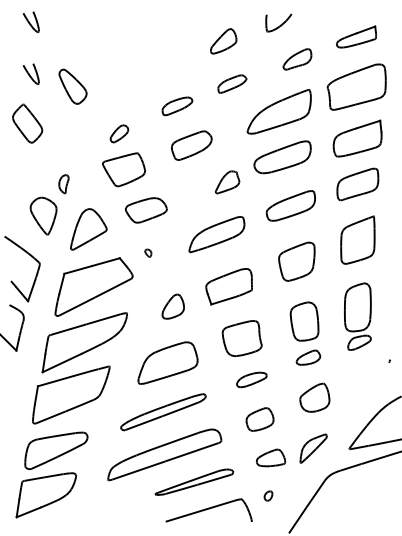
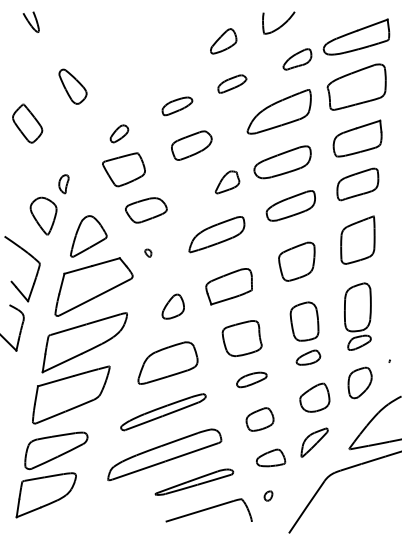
part at (278, 22) size: 28x20 px -> 34x24 px
part at (356, 36) size: 41x24 px -> 69x38 px
part at (30, 73): present -> none
part at (282, 157) position: (282, 157) -> (282, 162)
part at (88, 229) position: (88, 229) -> (88, 236)
part at (359, 382): none -> present
part at (313, 448) position: (313, 448) -> (314, 442)
